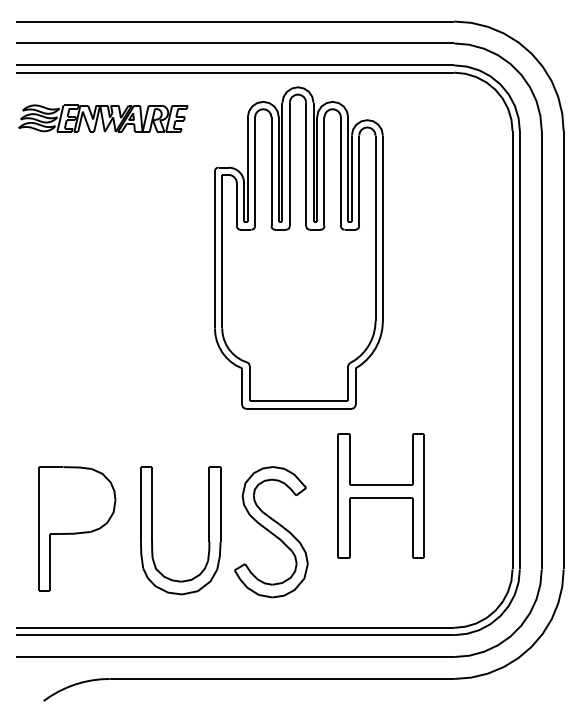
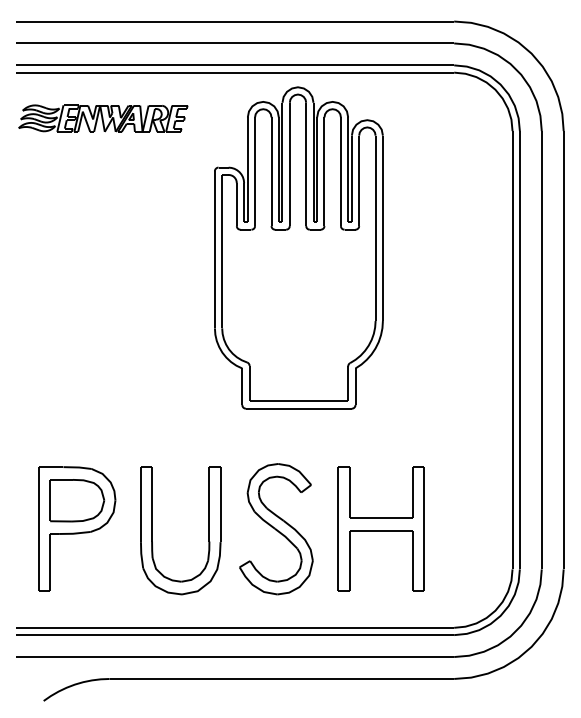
part at (380, 495) position: (380, 495) -> (380, 528)
part at (77, 500): none -> present
part at (271, 532) position: (271, 532) -> (276, 529)
